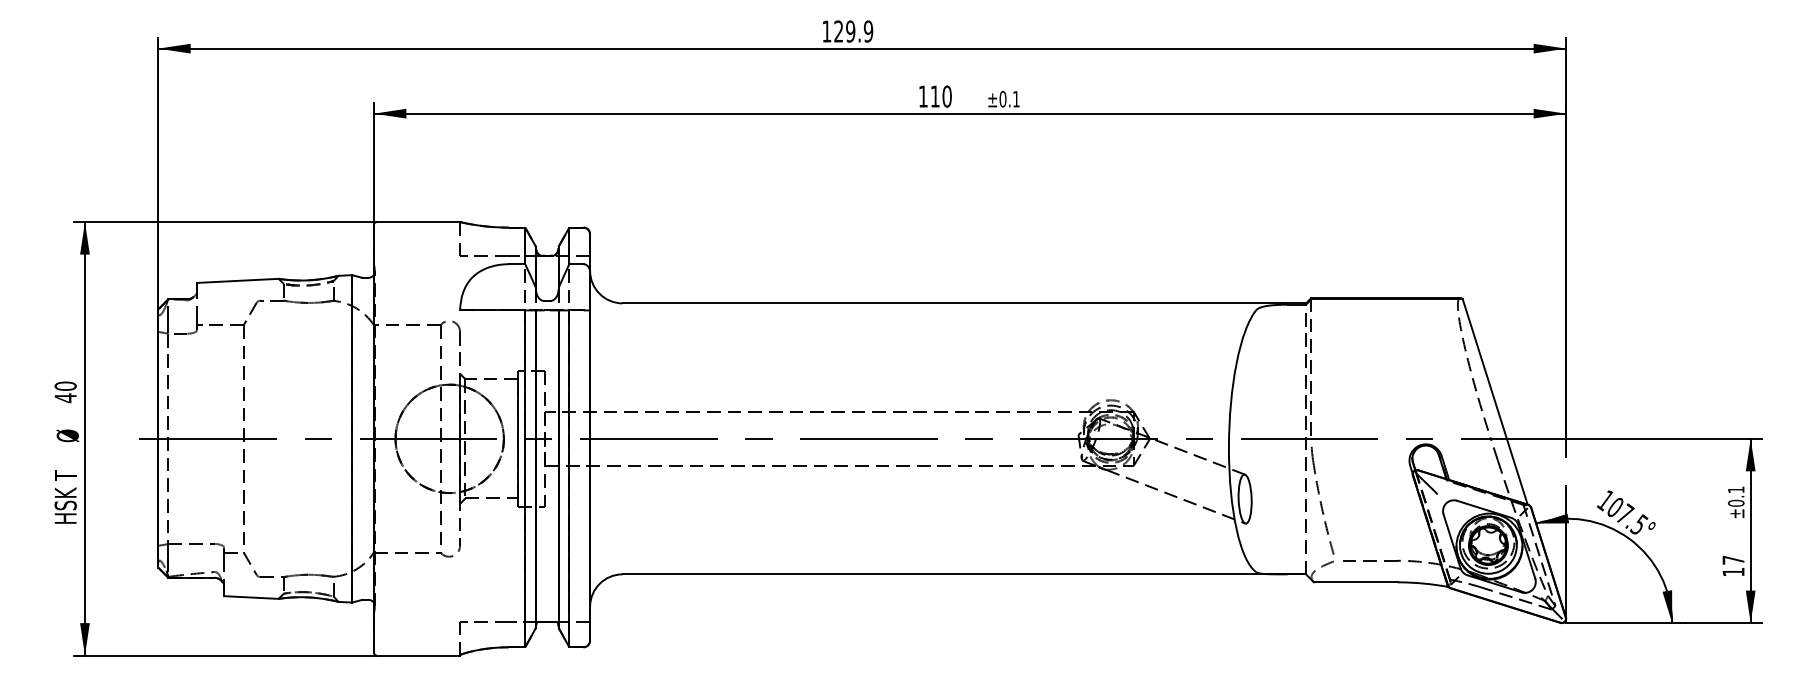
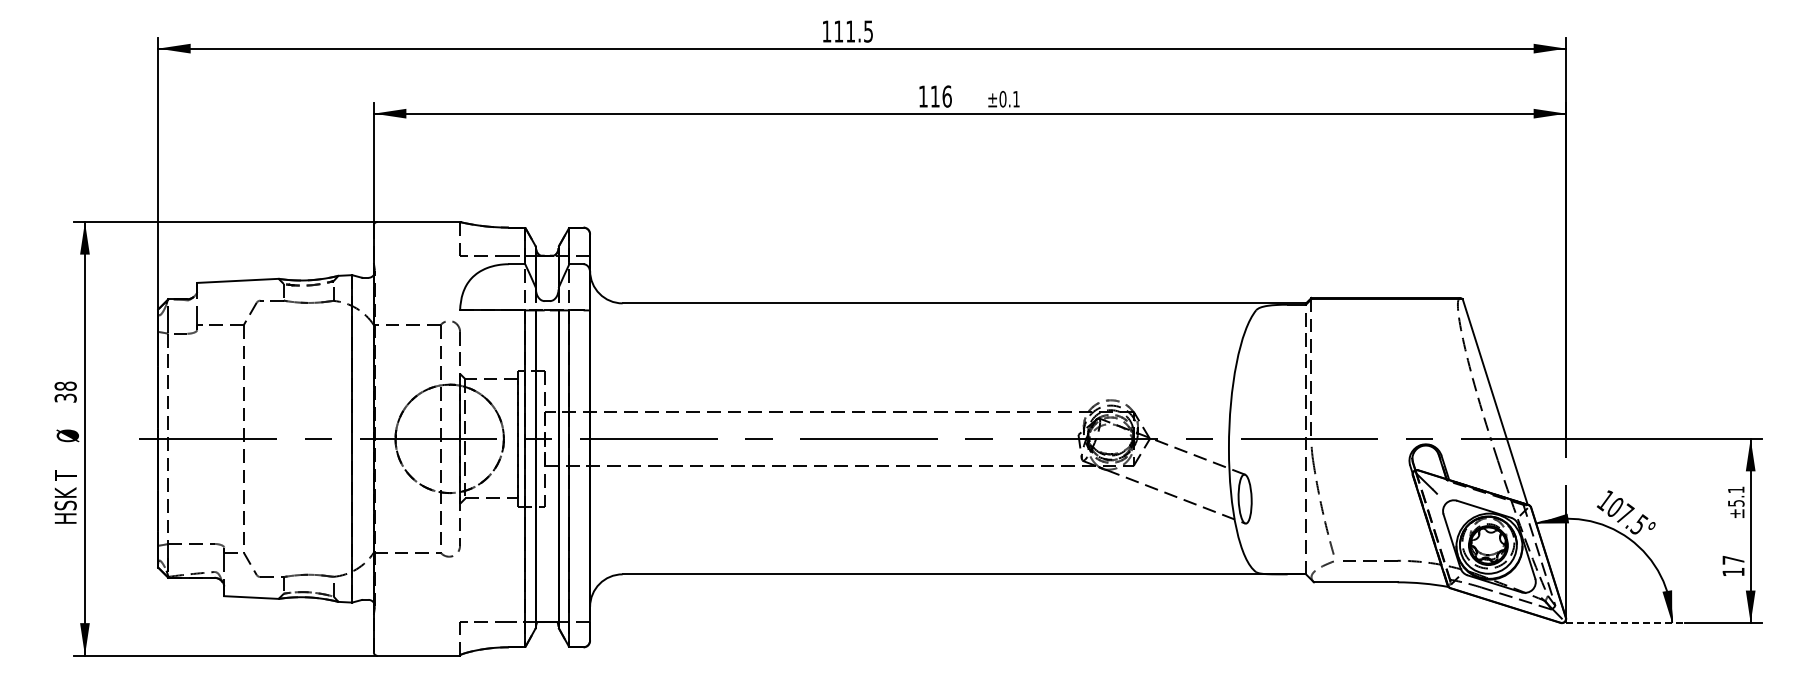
text at (853, 31): 129.9 -> 111.5
text at (946, 96): 110 -> 116
text at (65, 392): 40 -> 38
text at (1735, 502): ±0.1 -> ±5.1
line at (1626, 623): solid -> dashed
